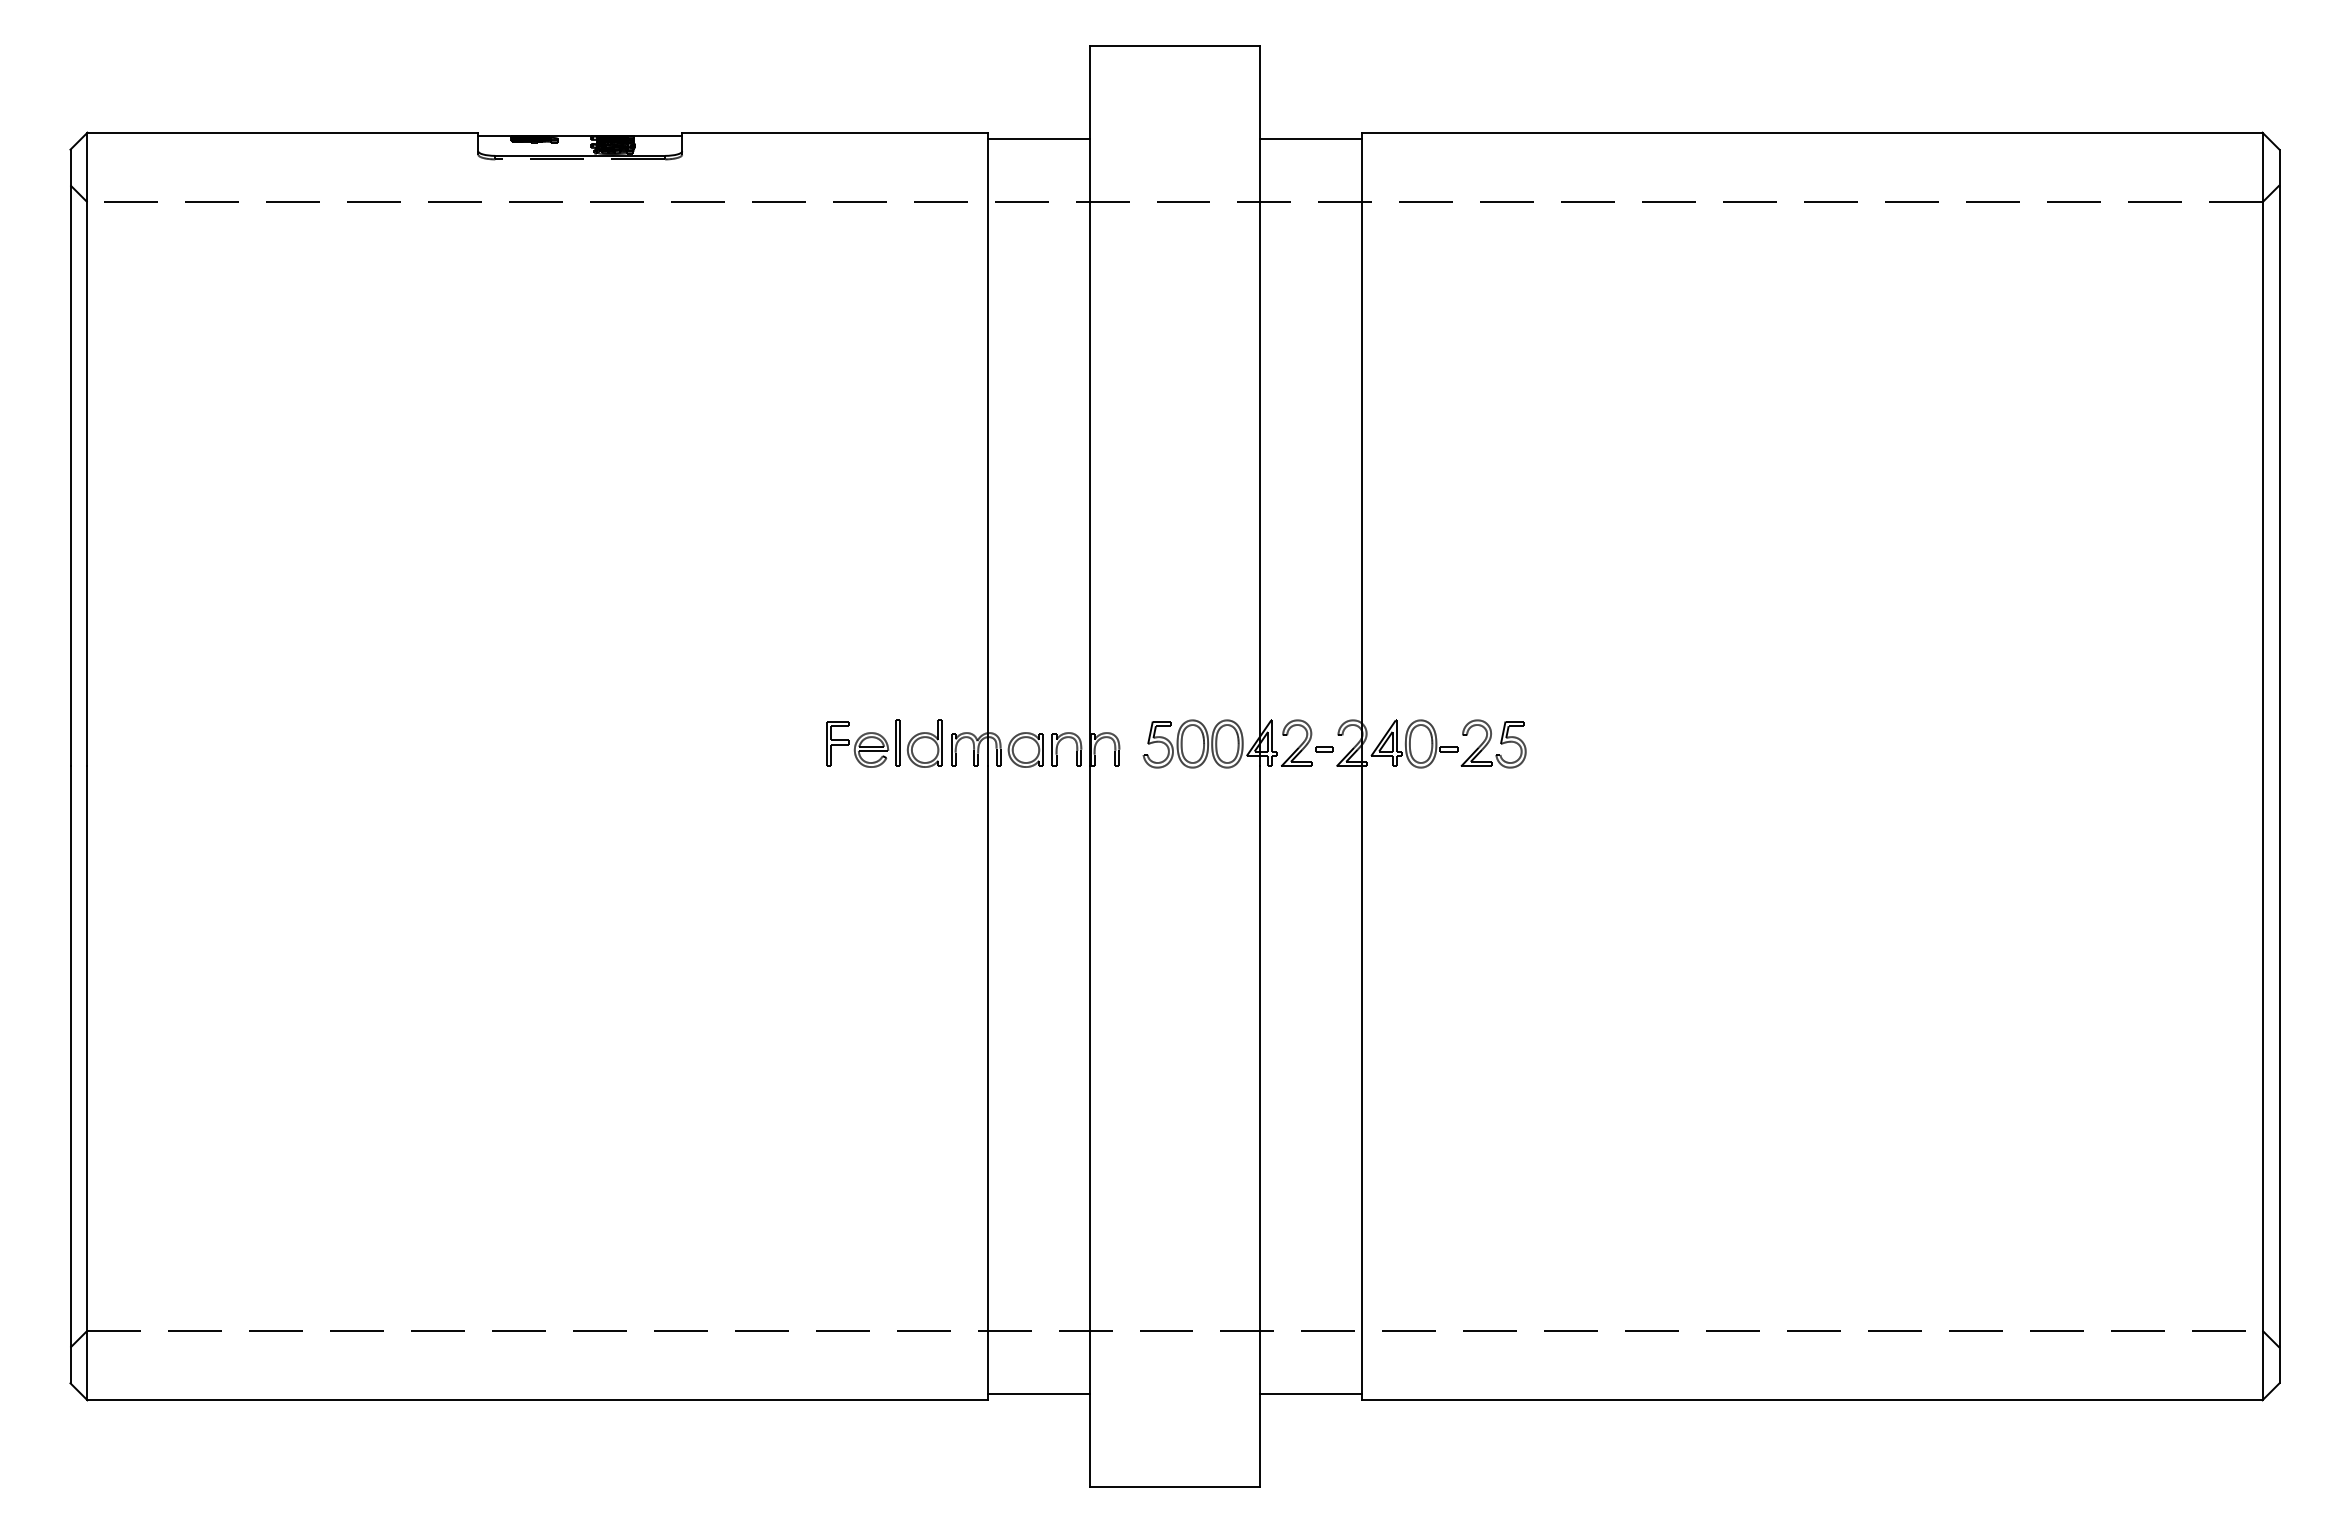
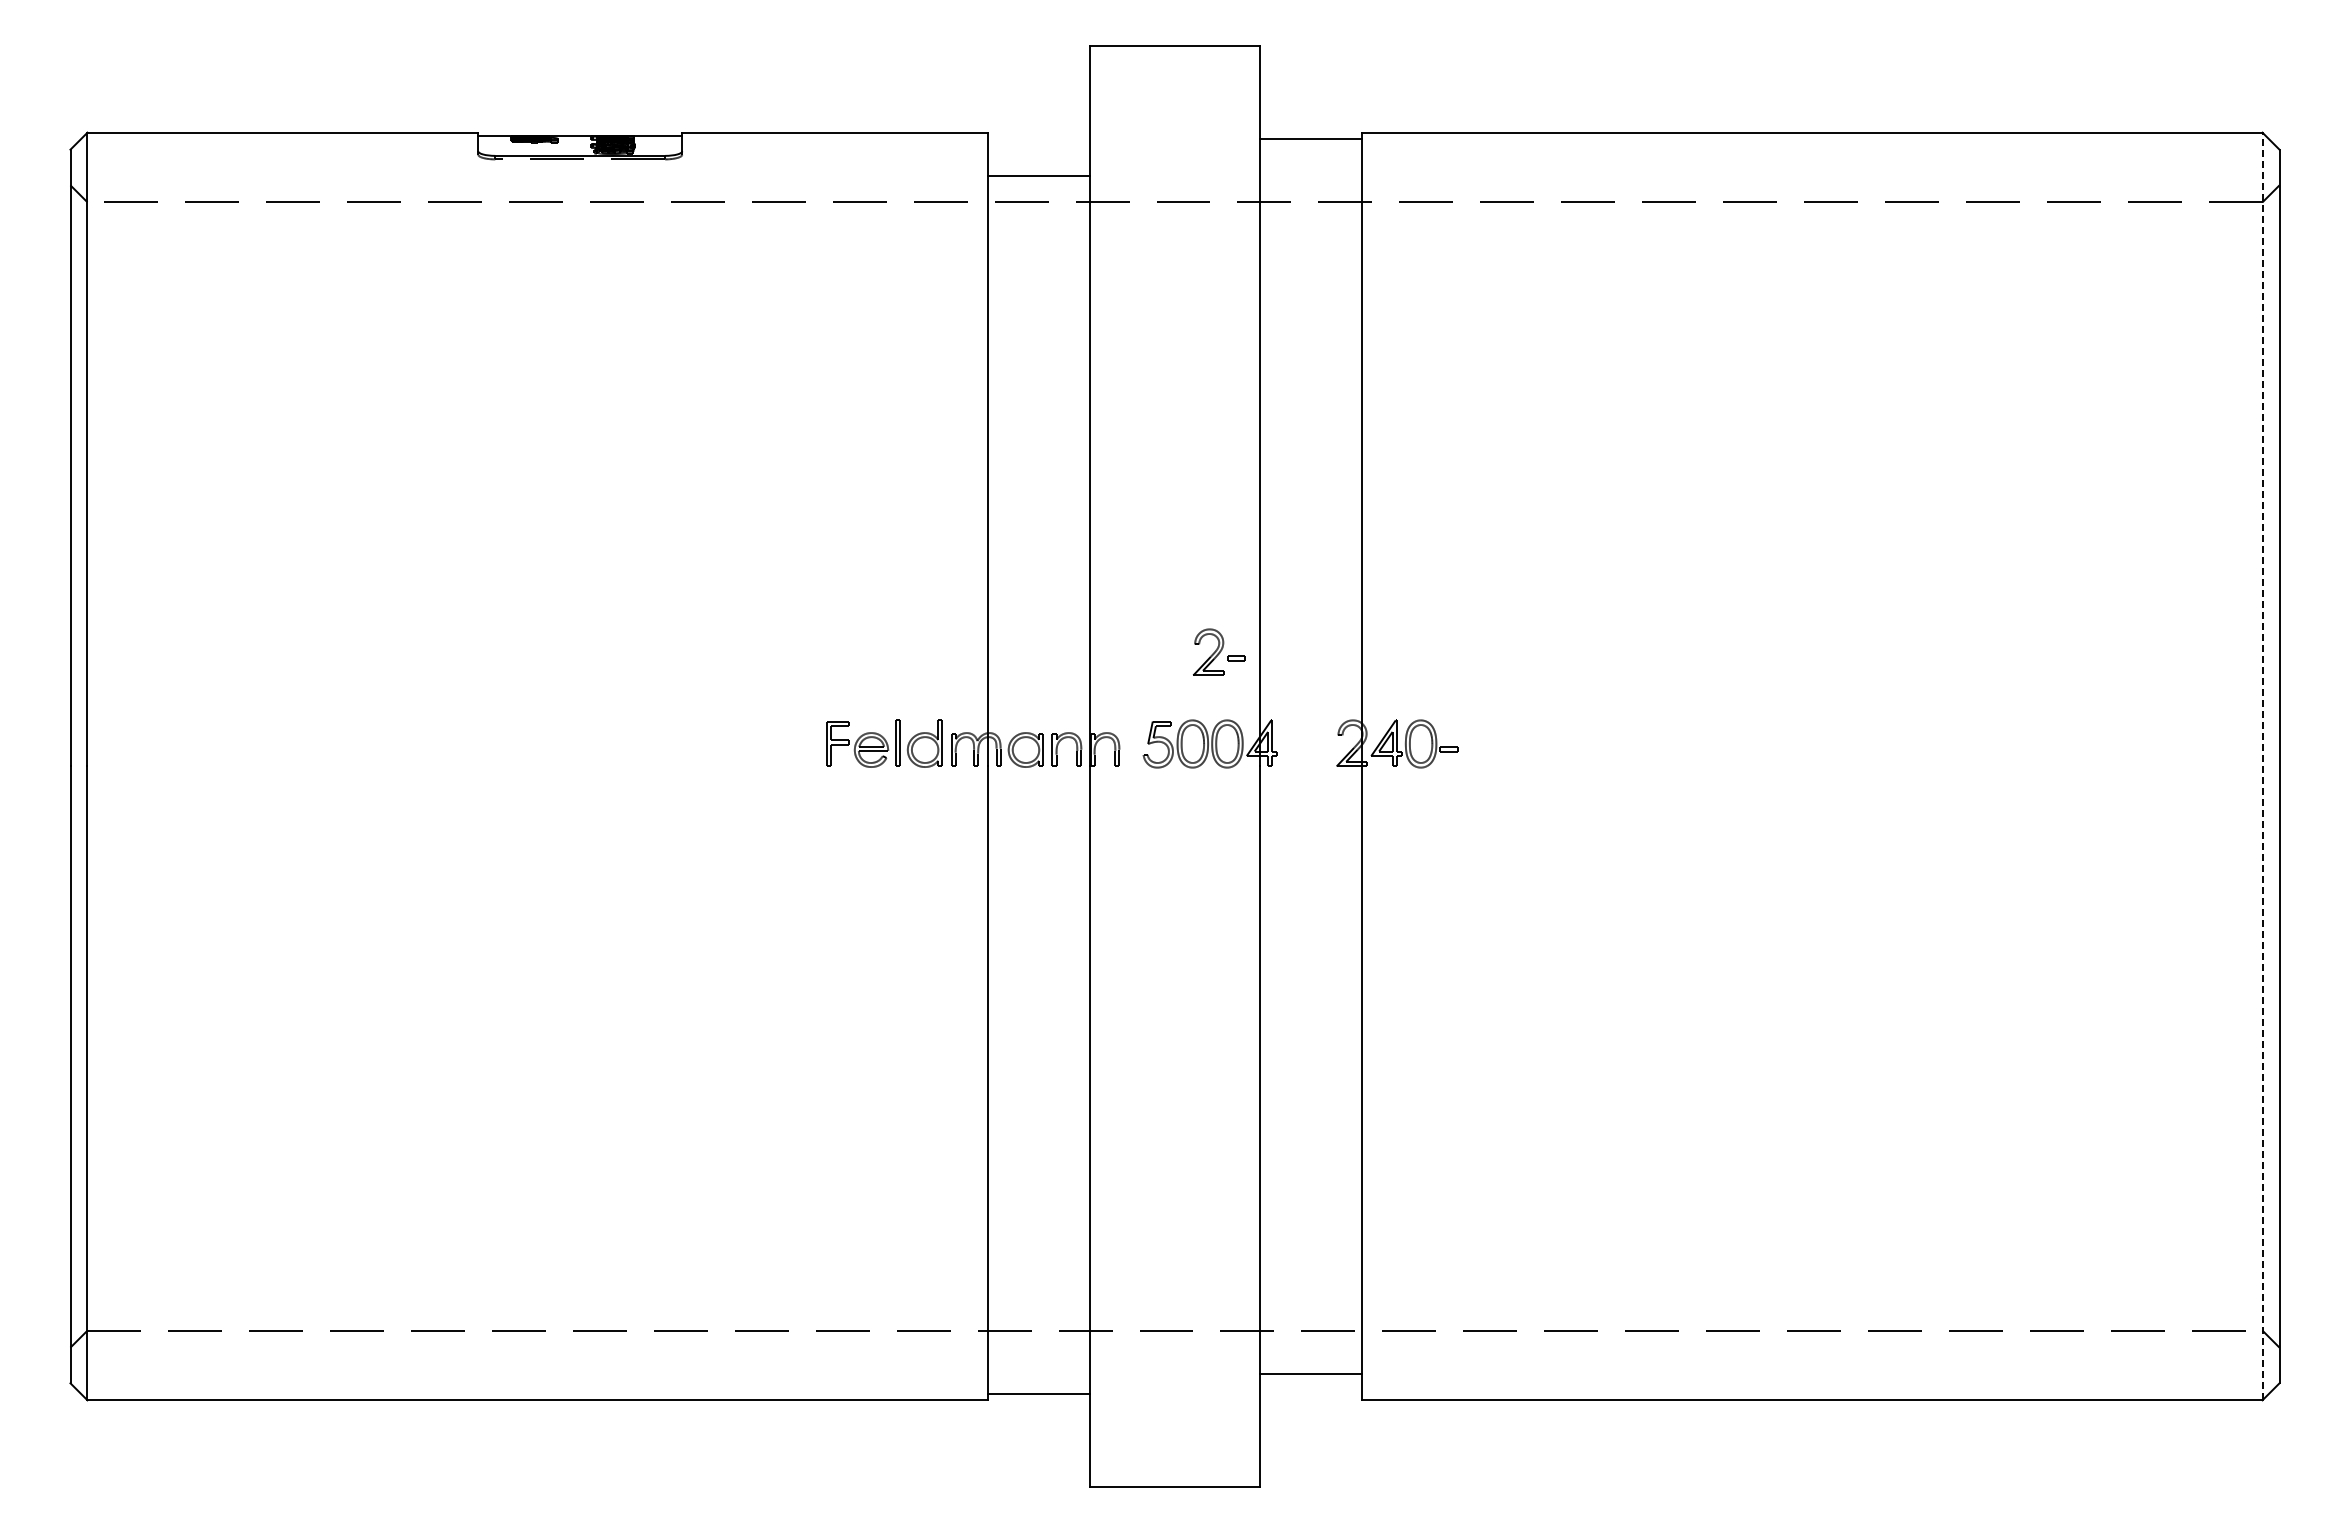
line at (1039, 139) position: (1039, 139) -> (1039, 176)
part at (1307, 742) position: (1307, 742) -> (1219, 651)
part at (1493, 743): present -> none
line at (2262, 766): solid -> dashed
line at (1310, 1393) position: (1310, 1393) -> (1310, 1373)
